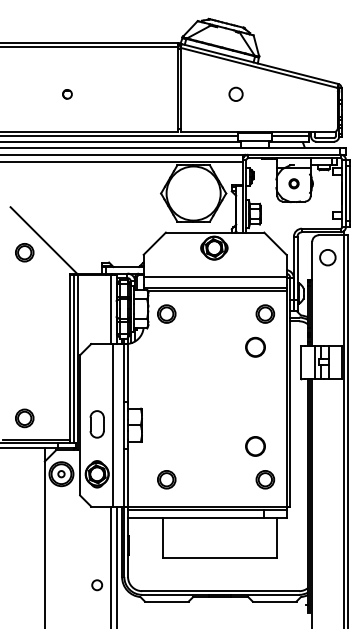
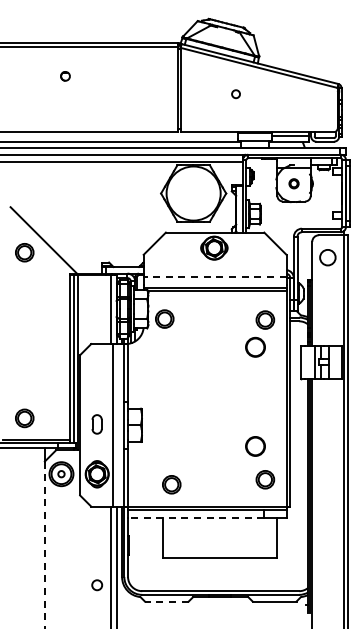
circle at (235, 93) size: 16x16 px -> 10x11 px
circle at (67, 94) position: (67, 94) -> (65, 76)
line at (120, 136): present -> none
line at (214, 276): solid -> dashed
part at (166, 313) position: (166, 313) -> (164, 318)
part at (265, 313) position: (265, 313) -> (265, 319)
part at (96, 424) size: 16x29 px -> 12x21 px
part at (166, 479) position: (166, 479) -> (171, 484)
line at (195, 517): solid -> dashed
line at (44, 545): solid -> dashed
line at (166, 601): solid -> dashed
